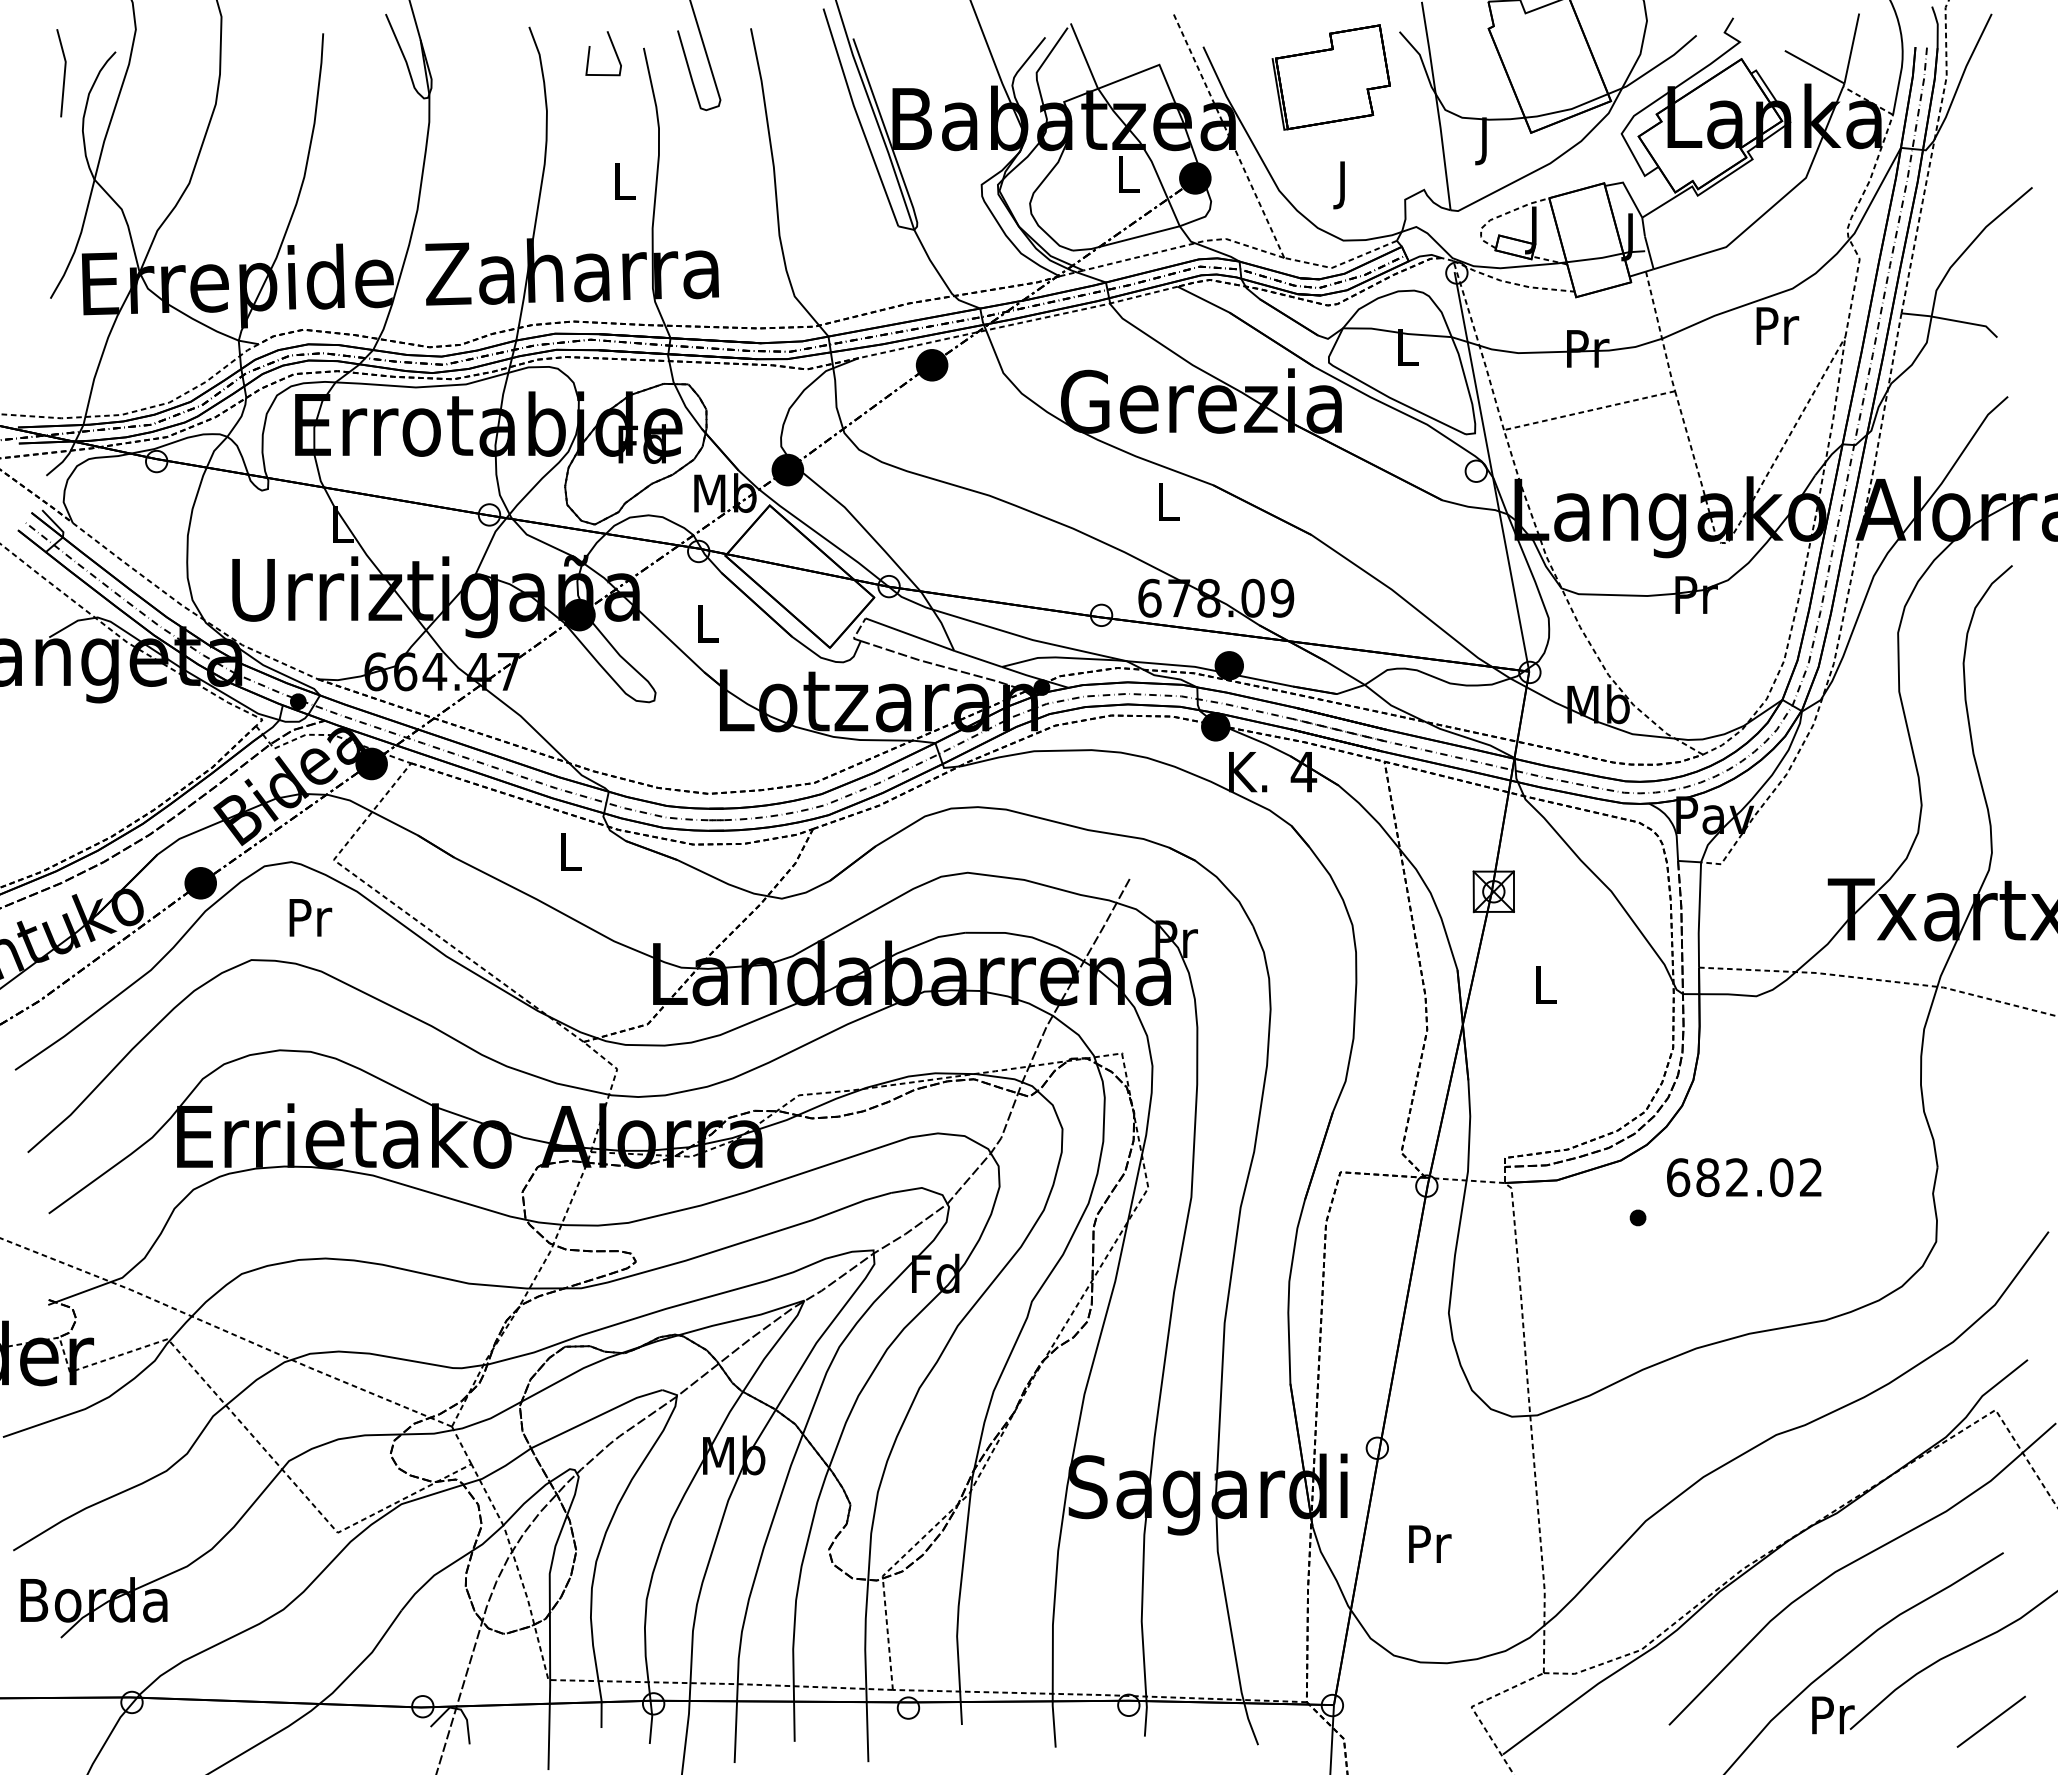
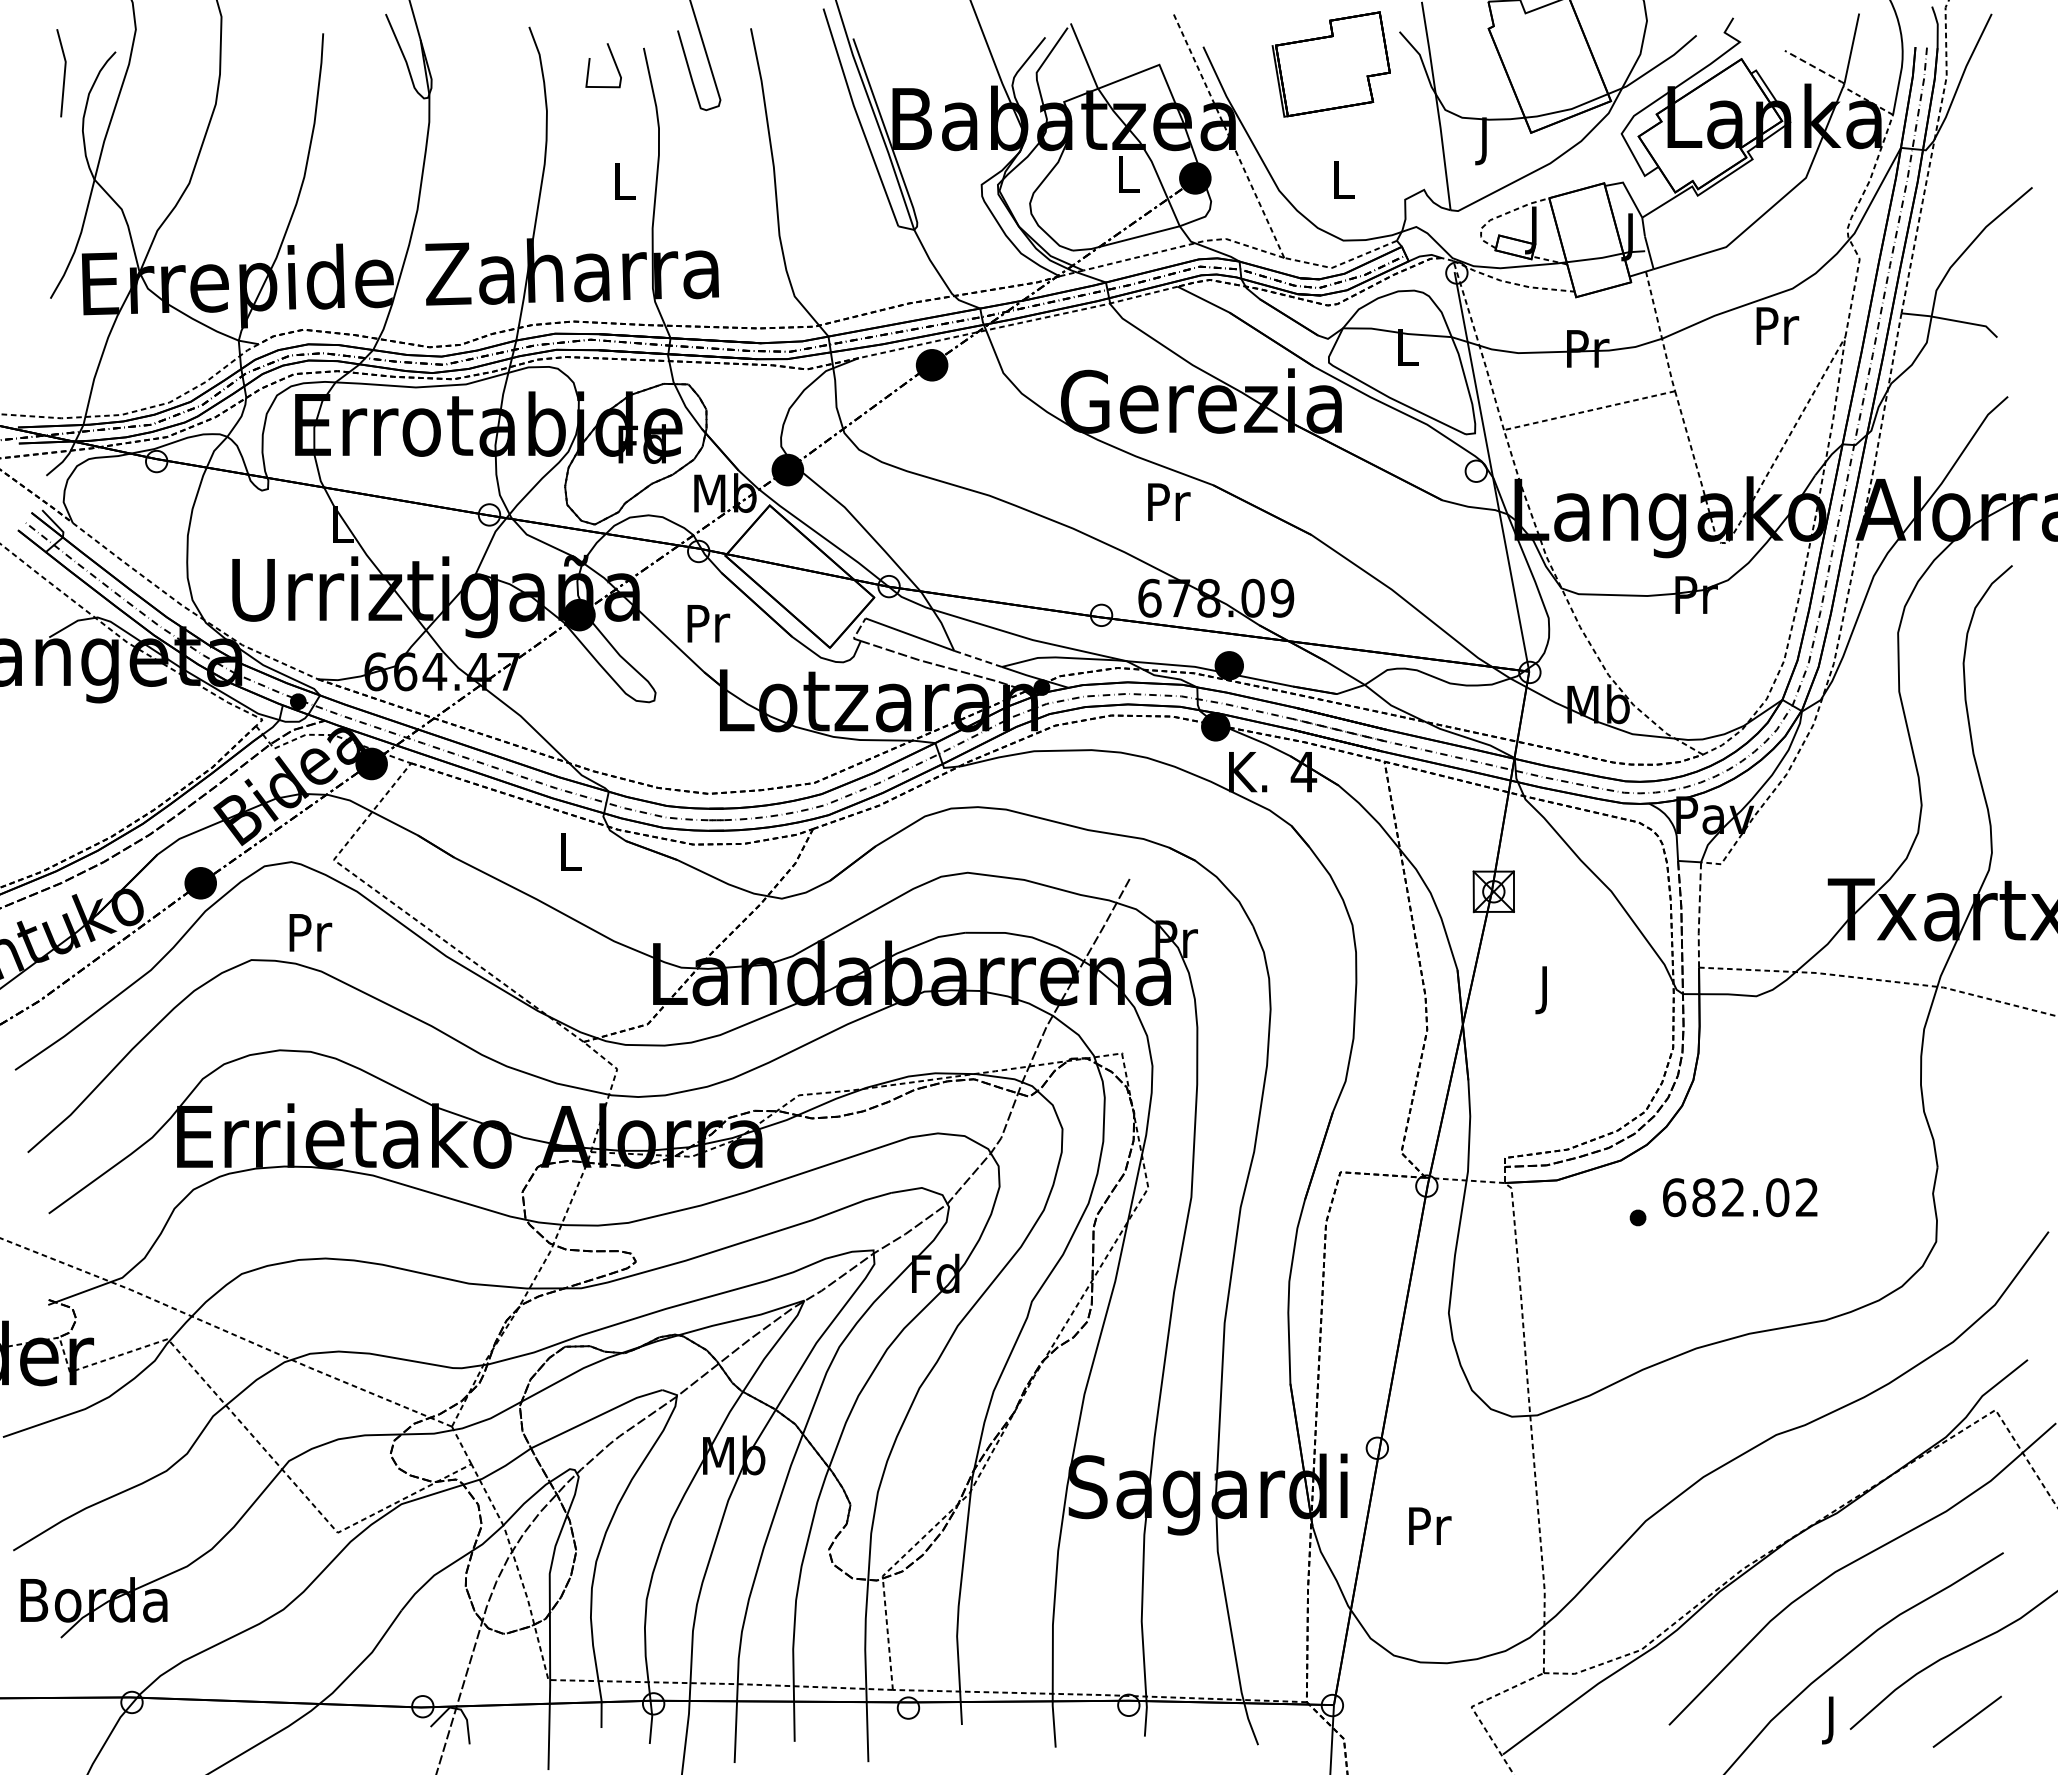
line at (613, 49) position: (613, 49) -> (613, 61)
line at (1815, 67): solid -> dashed
part at (1330, 77) position: (1330, 77) -> (1330, 64)
text at (1343, 185): J -> L
text at (1169, 501): L -> Pr
text at (708, 623): L -> Pr
line at (978, 659): solid -> dashed
line at (1699, 916): solid -> dashed
text at (310, 917) position: (310, 917) -> (310, 932)
text at (1545, 990): L -> J
text at (1744, 1177) position: (1744, 1177) -> (1740, 1197)
text at (1430, 1543) position: (1430, 1543) -> (1430, 1525)
text at (1833, 1720): Pr -> J
line at (1990, 1721) position: (1990, 1721) -> (1966, 1721)
